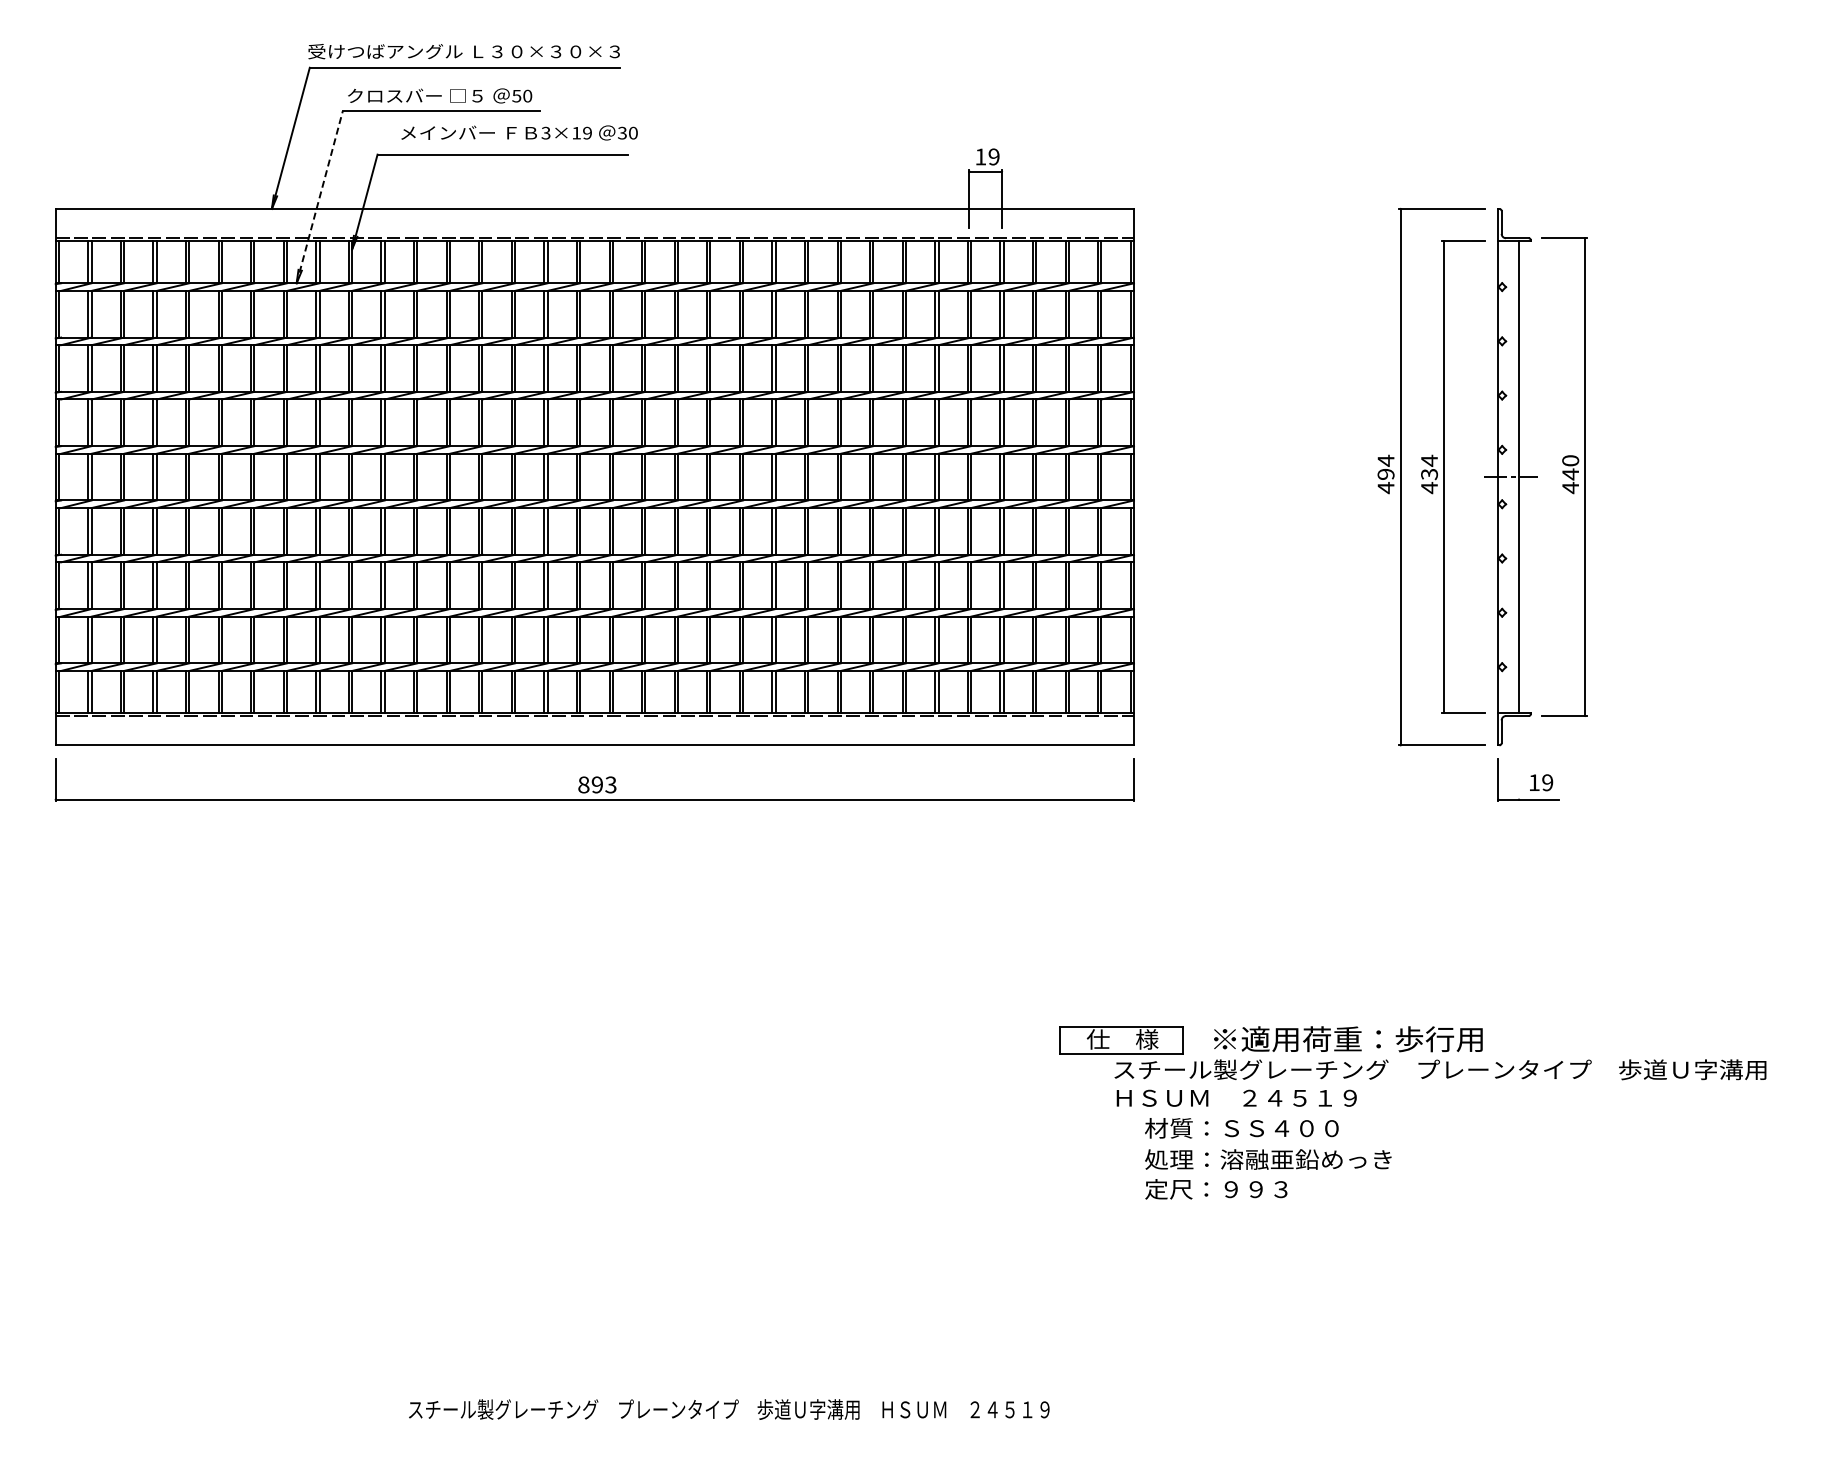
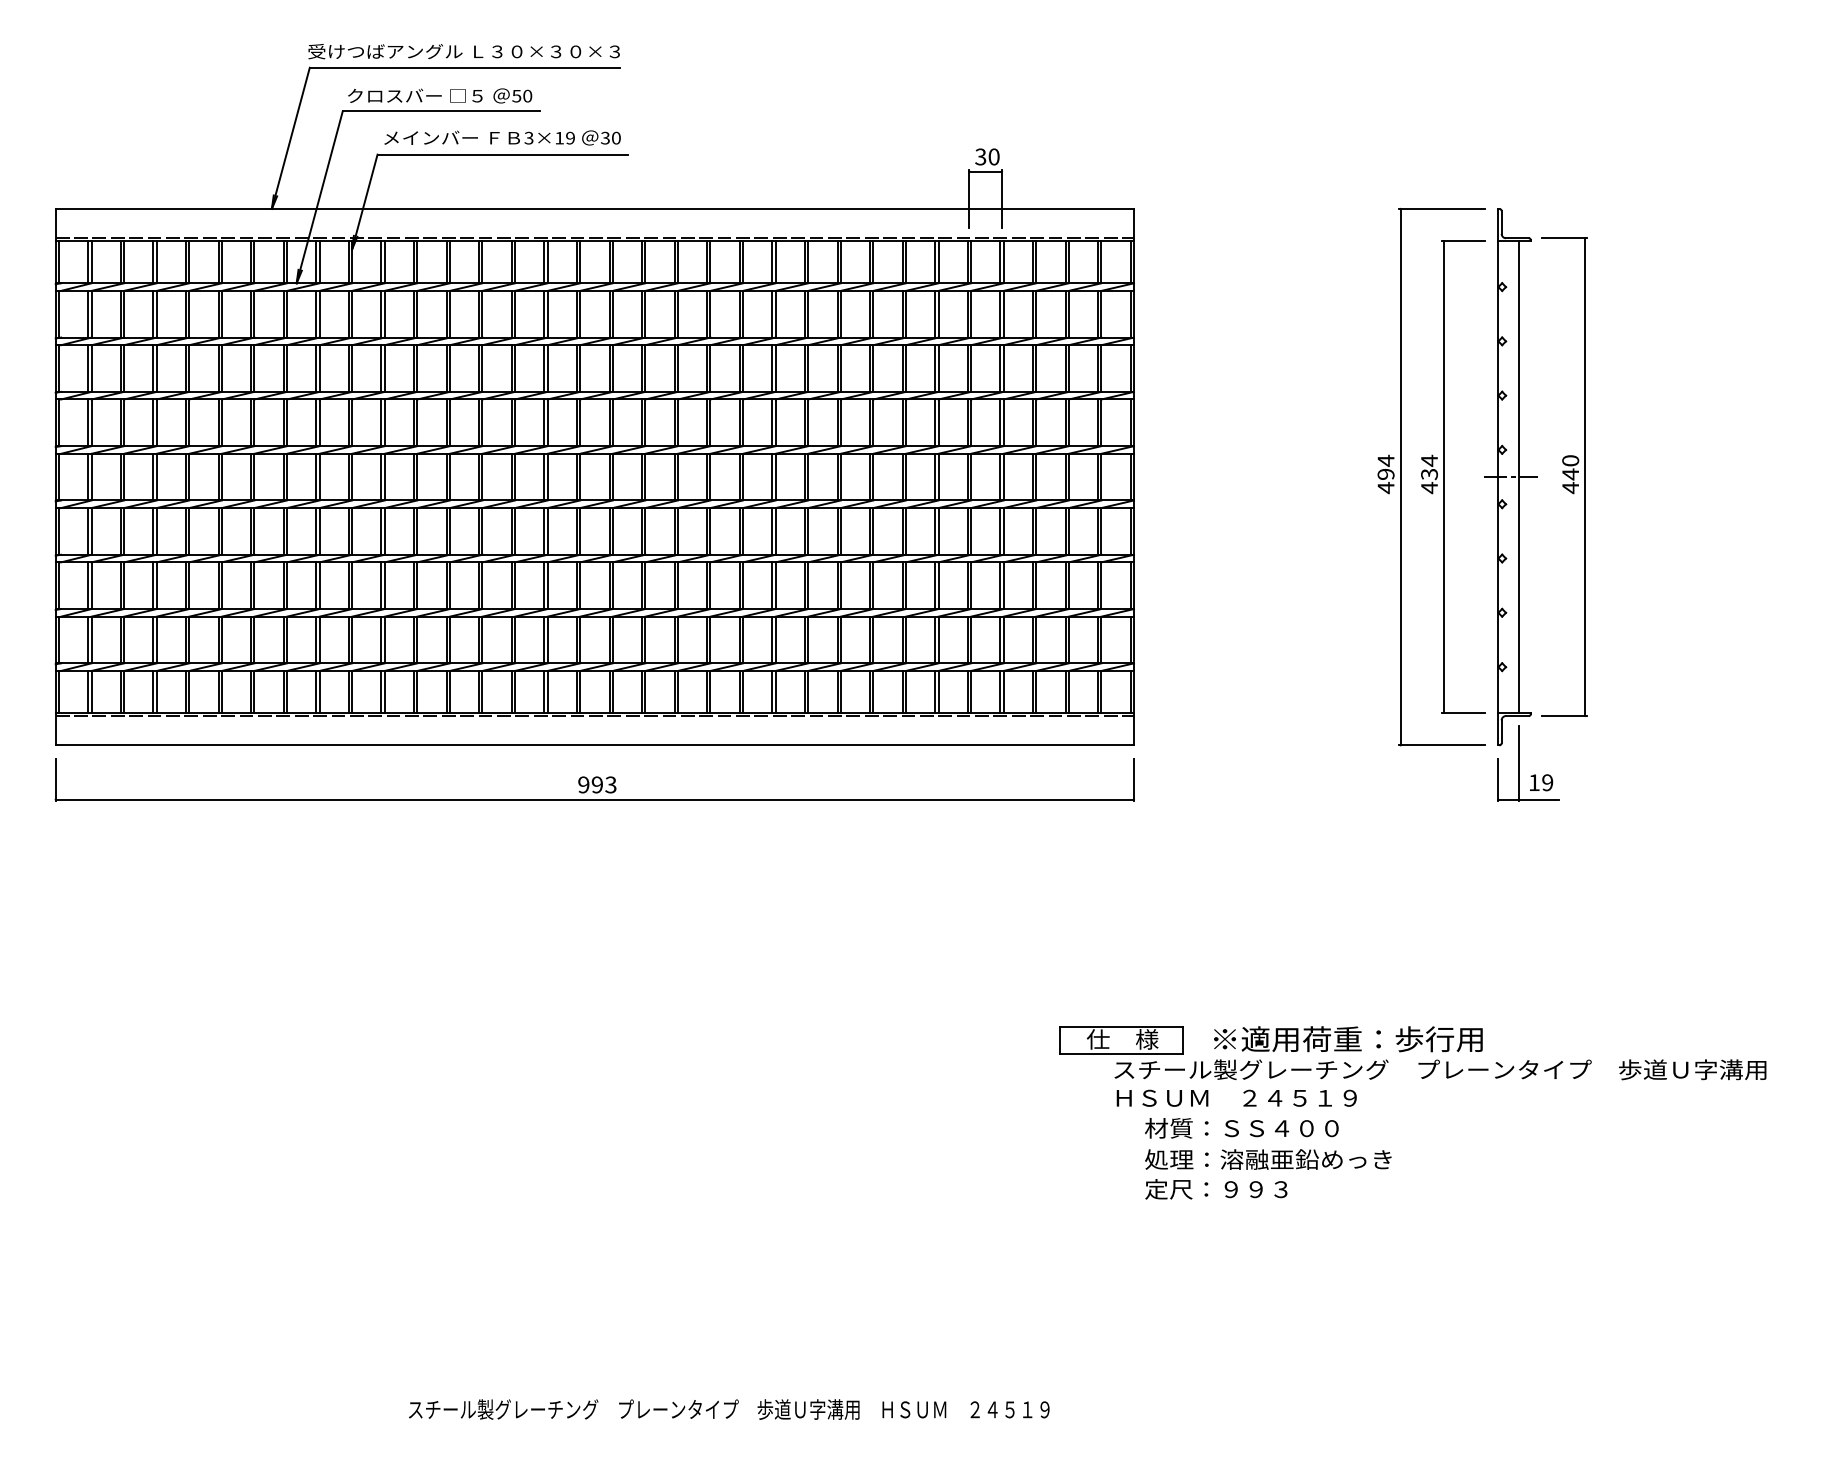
text at (519, 132) position: (519, 132) -> (502, 137)
text at (987, 156): 19 -> 30
line at (319, 196): dashed -> solid
line at (1519, 763): none -> present
text at (583, 784): 893 -> 993
